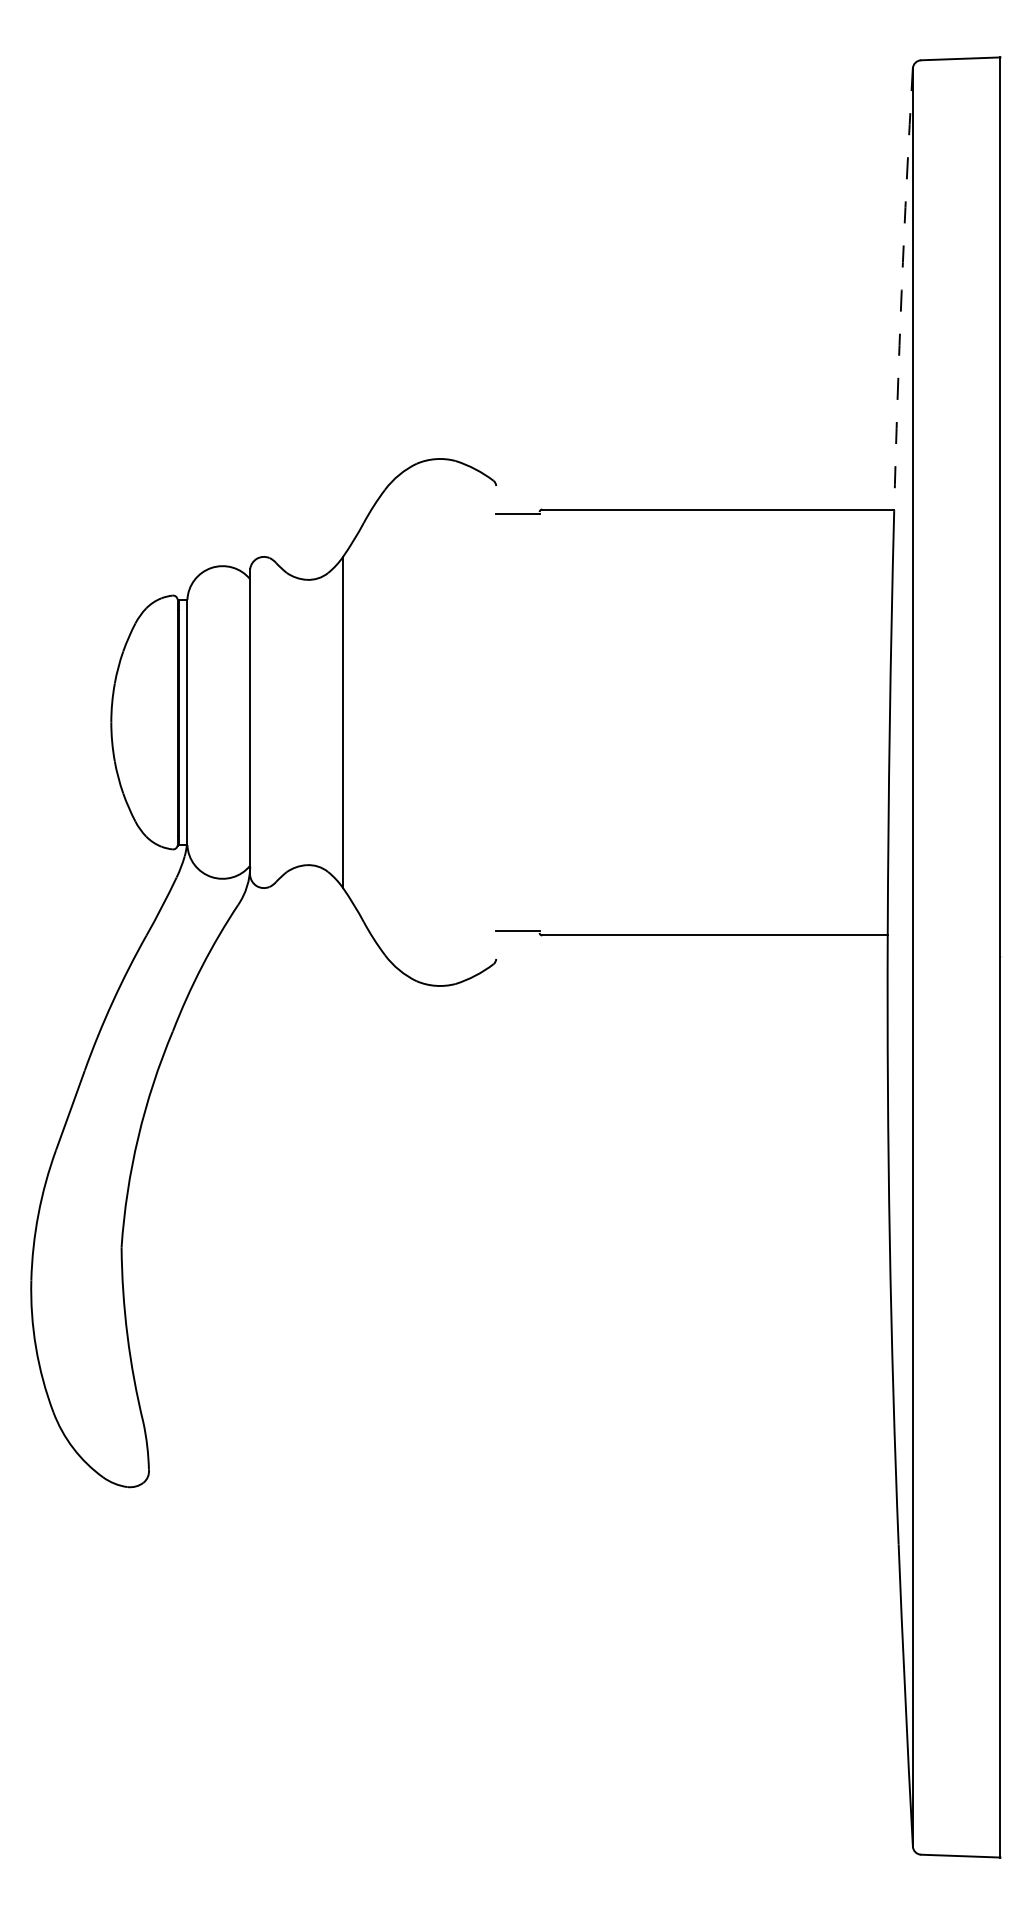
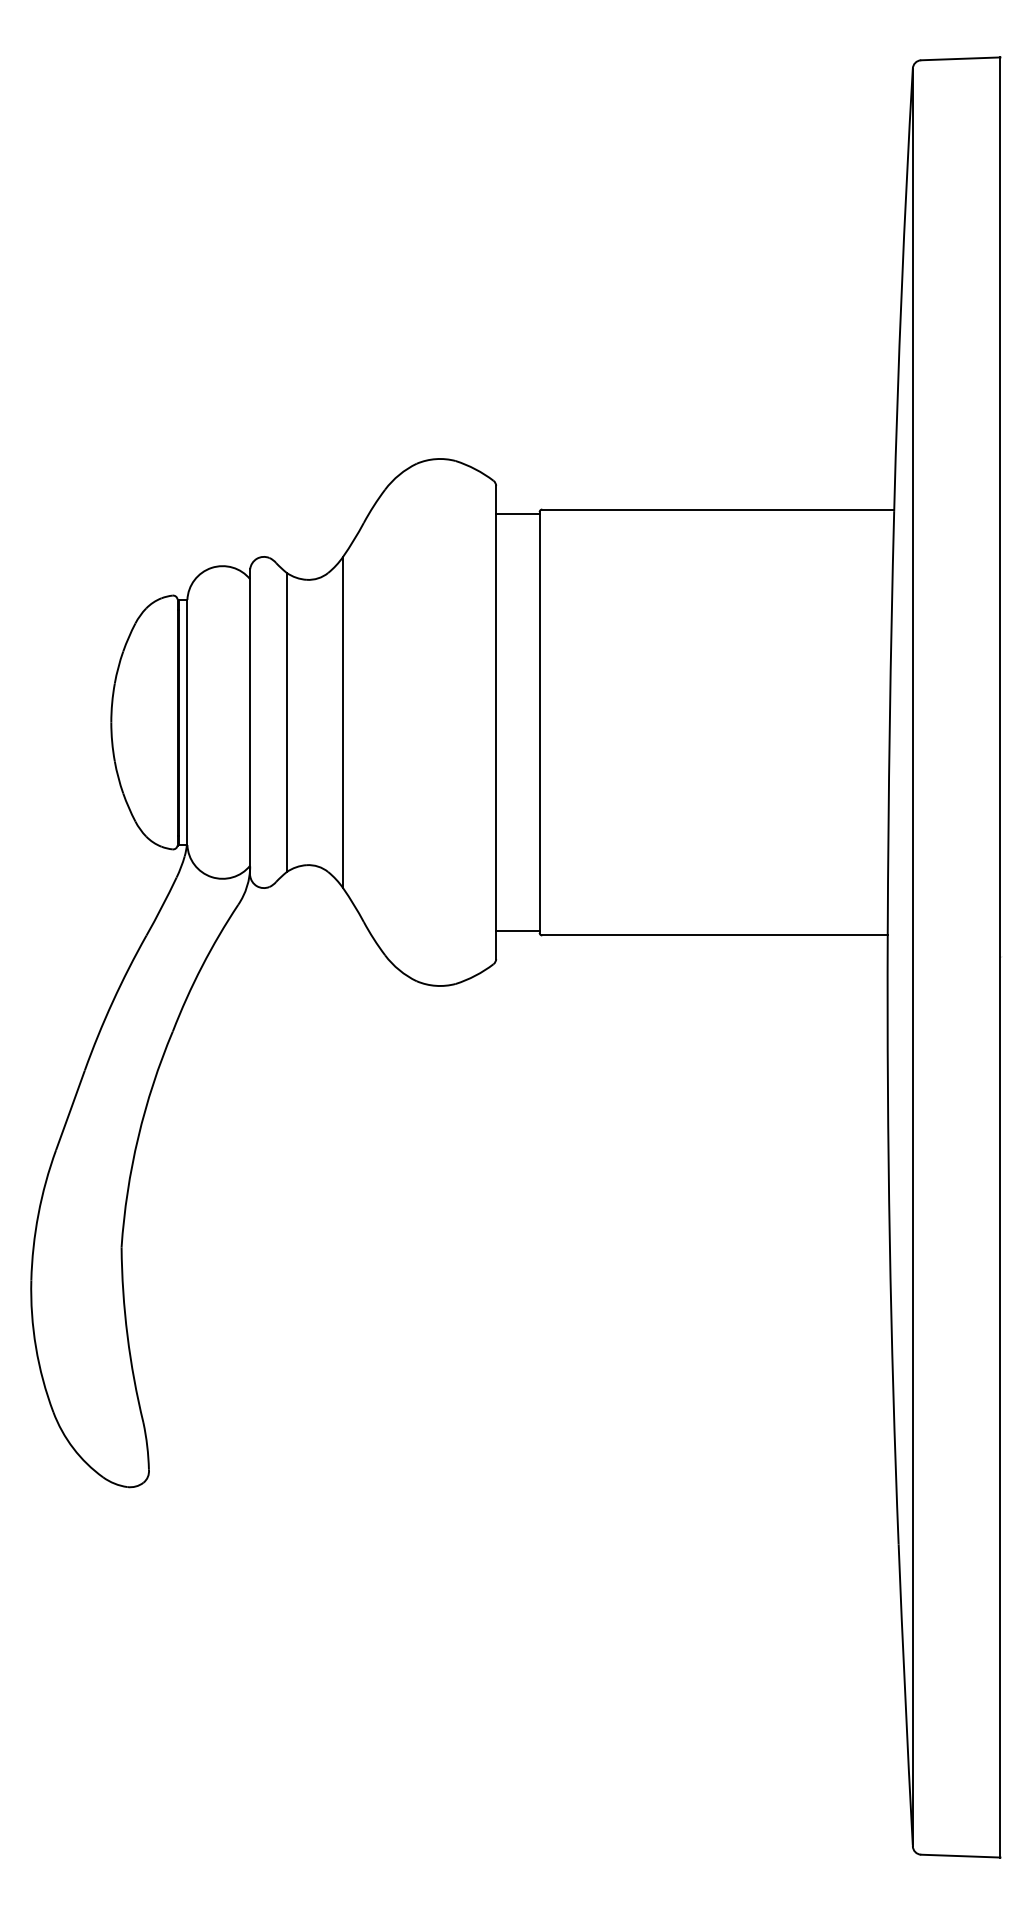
arc at (901, 290): dashed -> solid
line at (286, 722): none -> present
line at (496, 722): none -> present
line at (539, 722): none -> present
